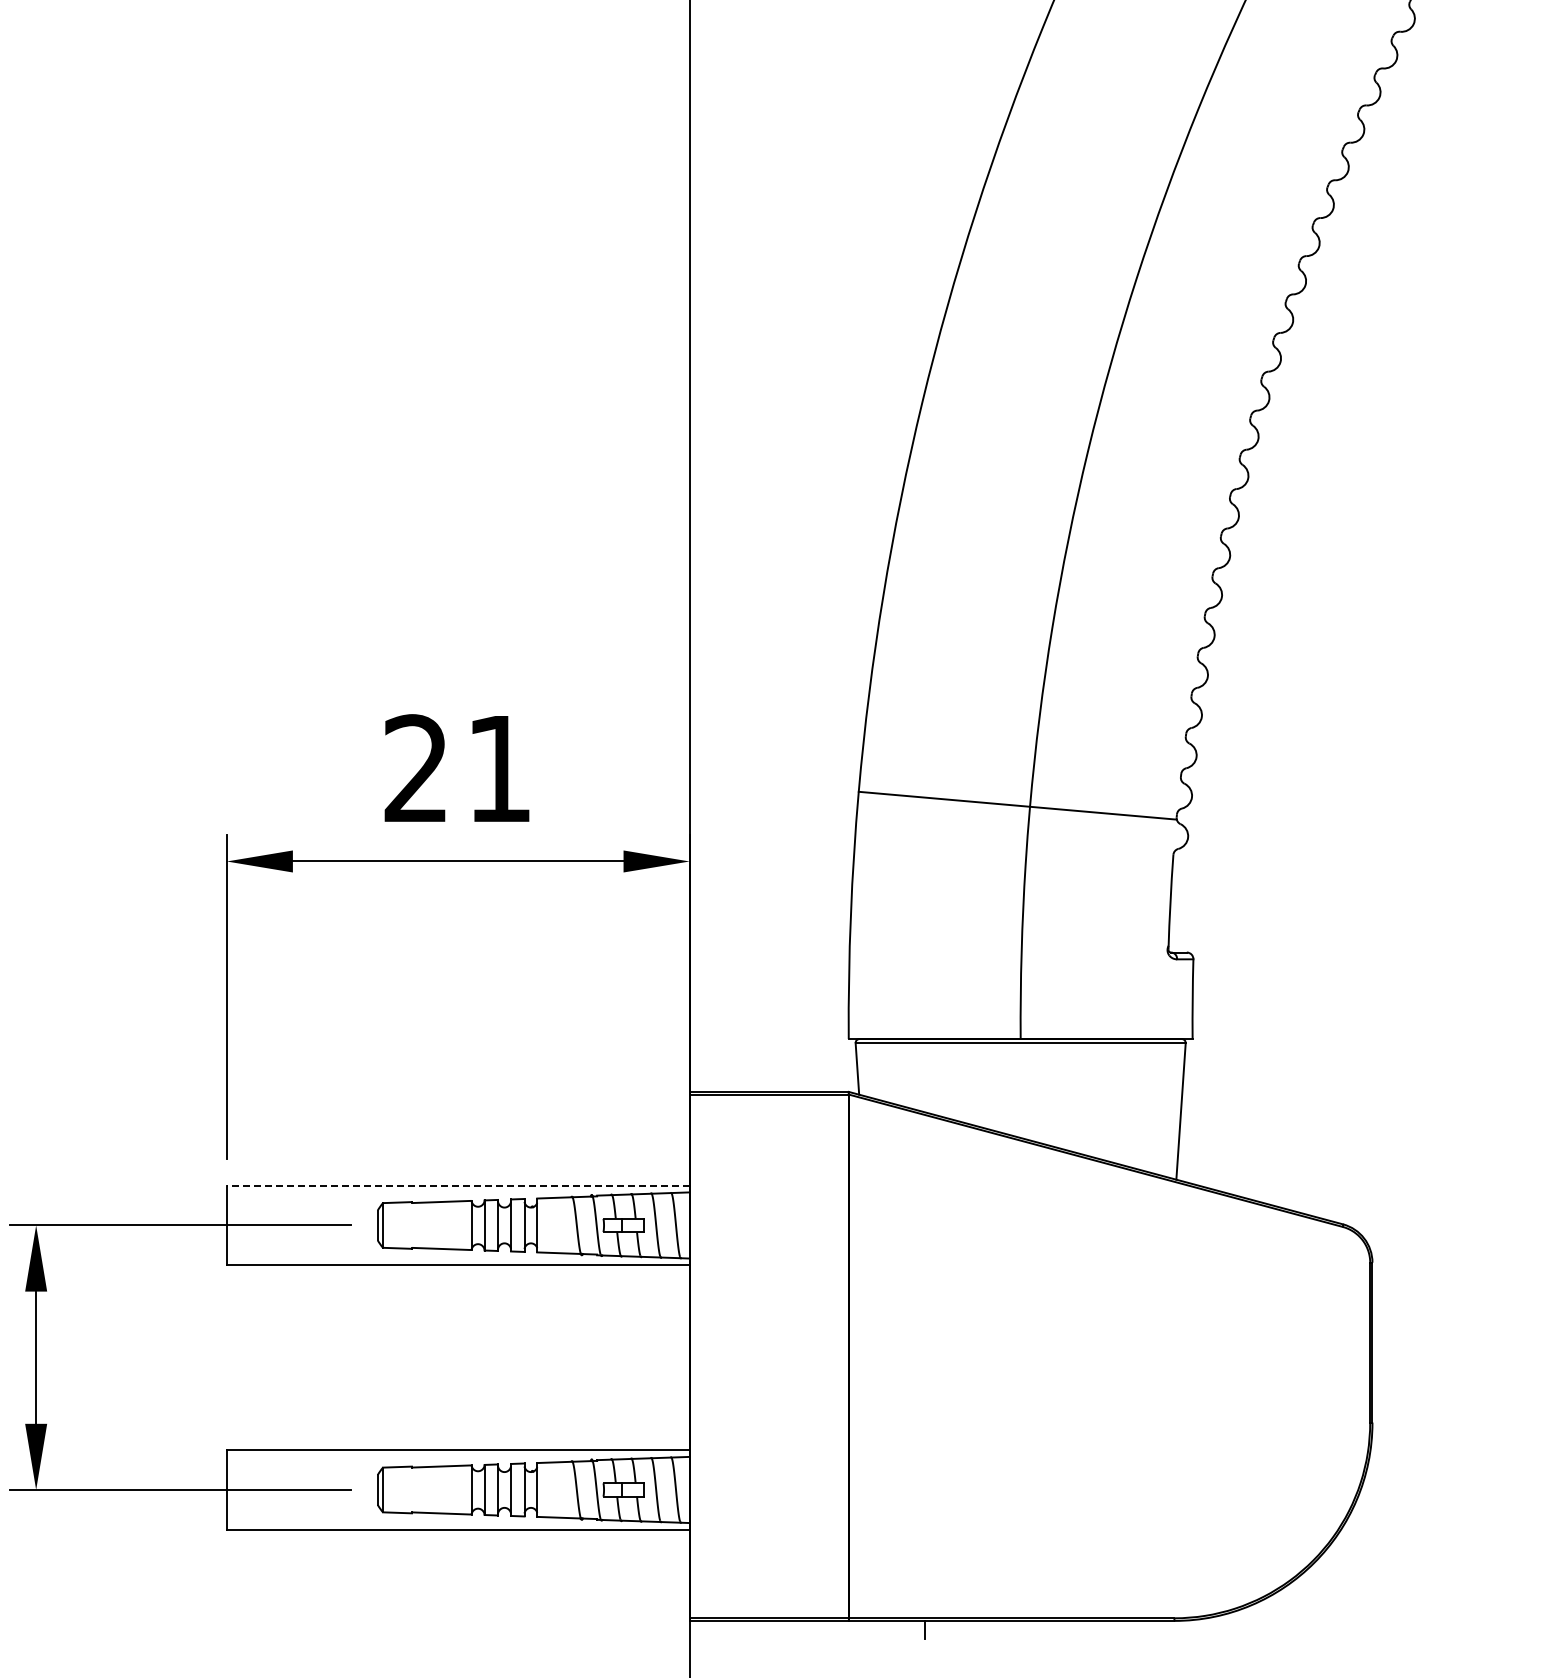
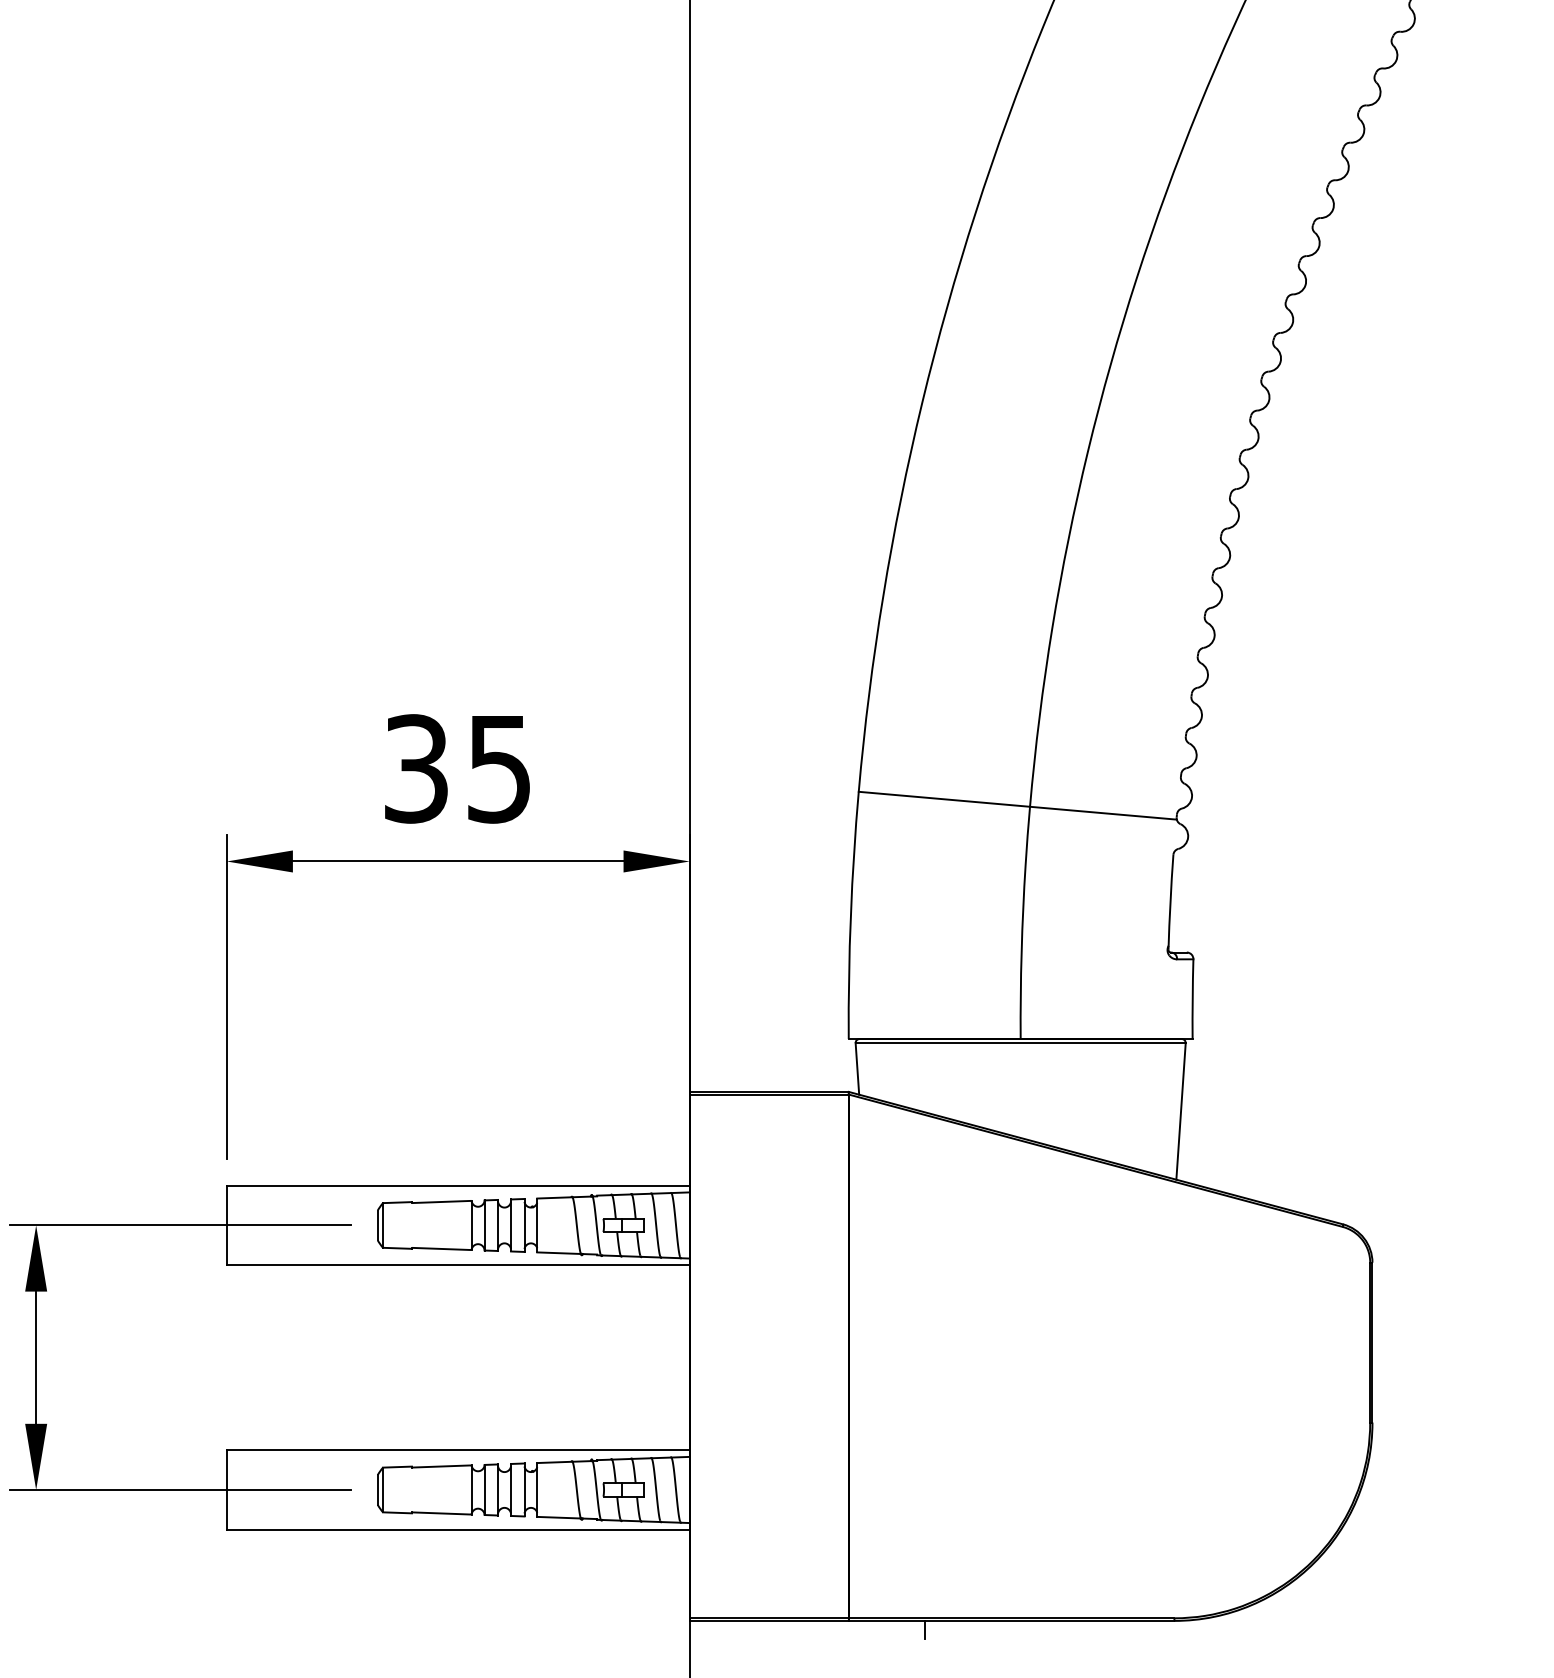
text at (456, 768): 21 -> 35
line at (457, 1185): dashed -> solid
